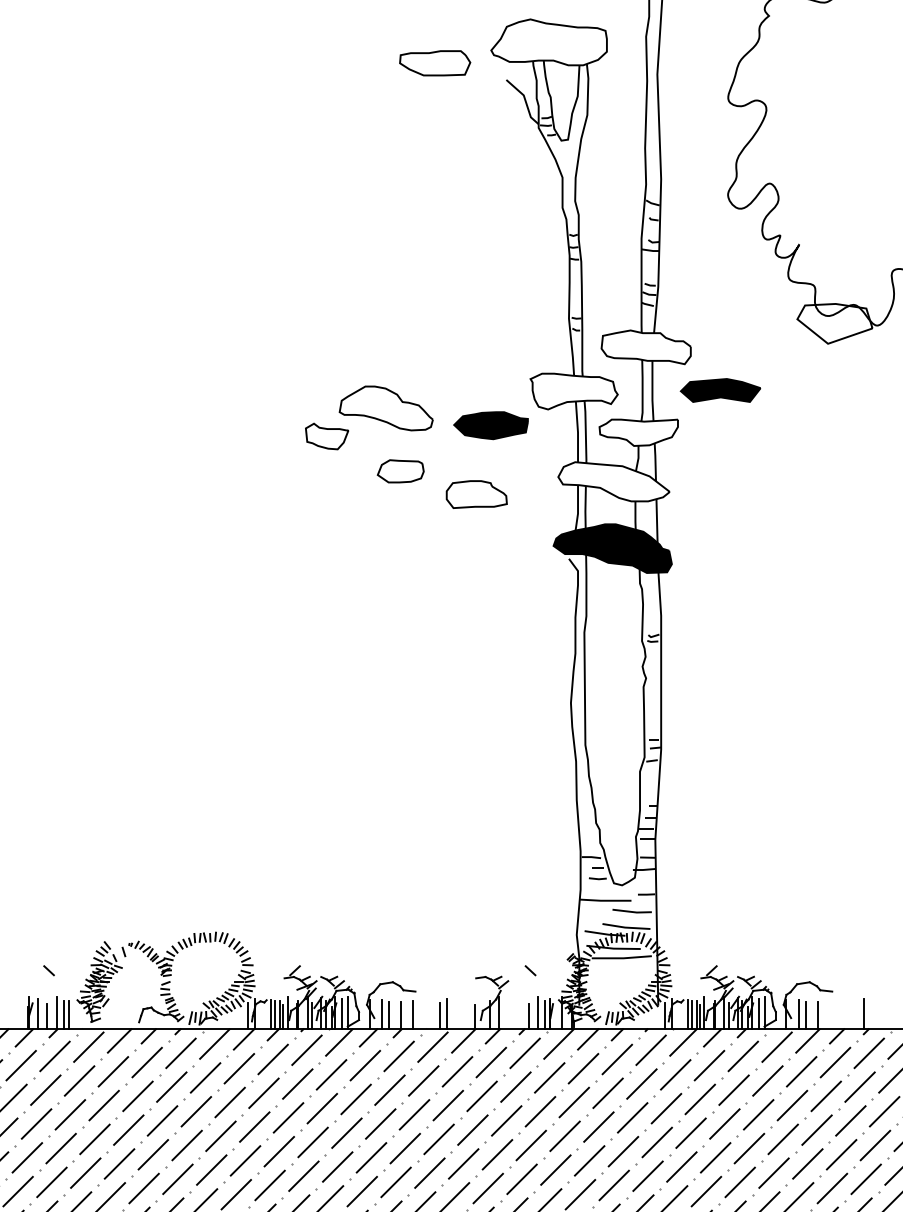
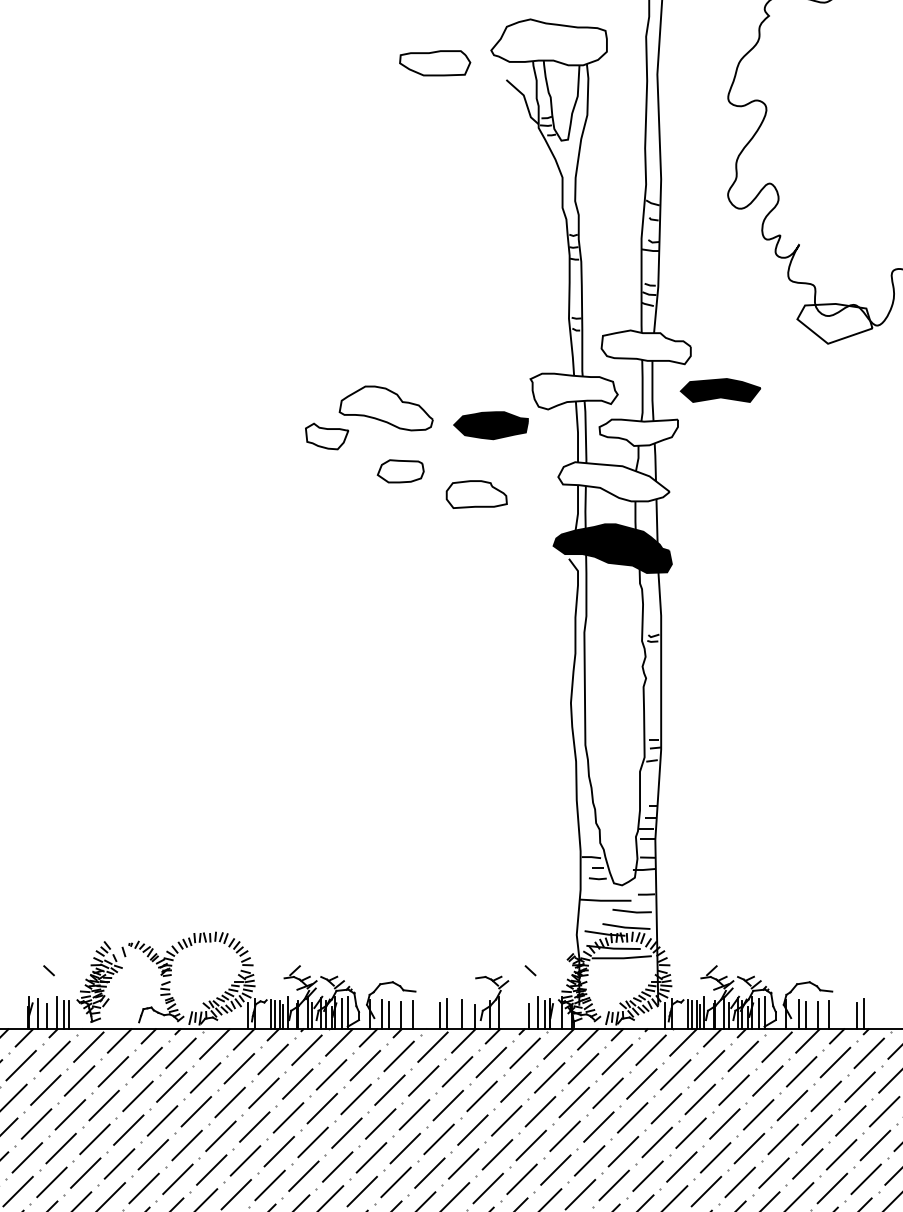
line at (462, 1014): none -> present
line at (829, 1014): none -> present
line at (856, 1015): none -> present
